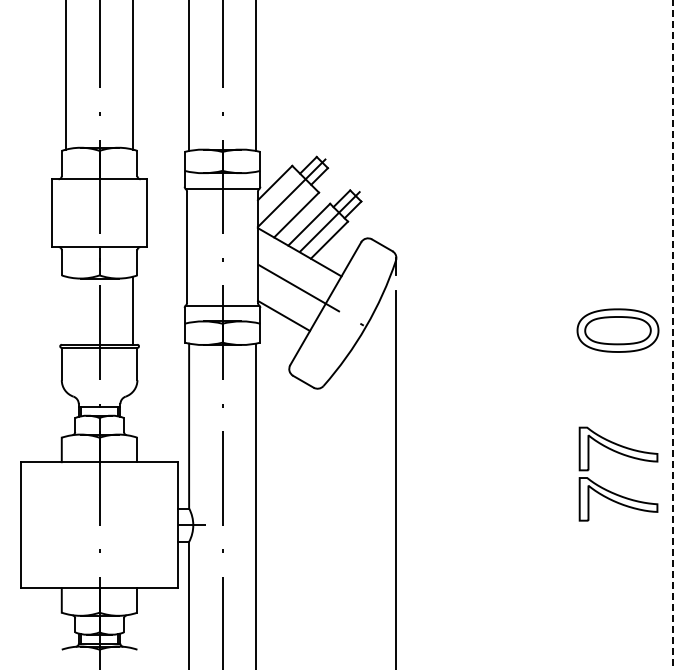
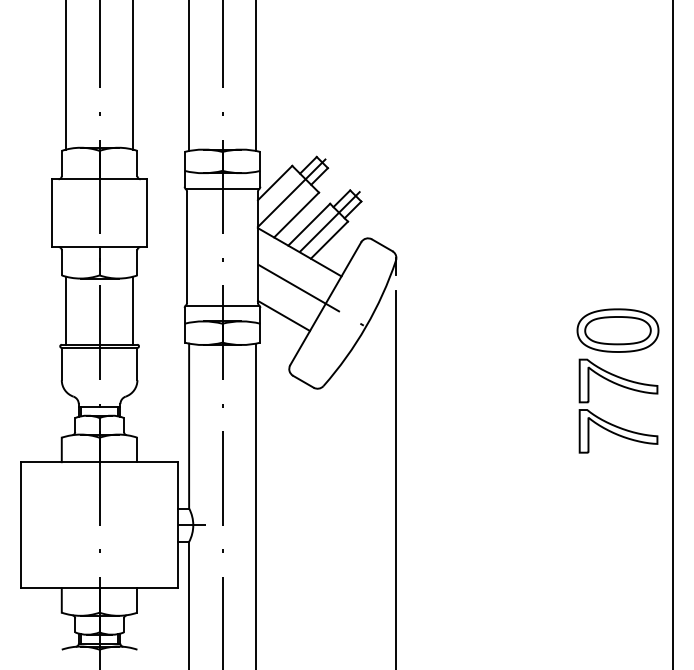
line at (66, 310): none -> present
line at (673, 334): dashed -> solid
part at (625, 456) position: (625, 456) -> (625, 388)
